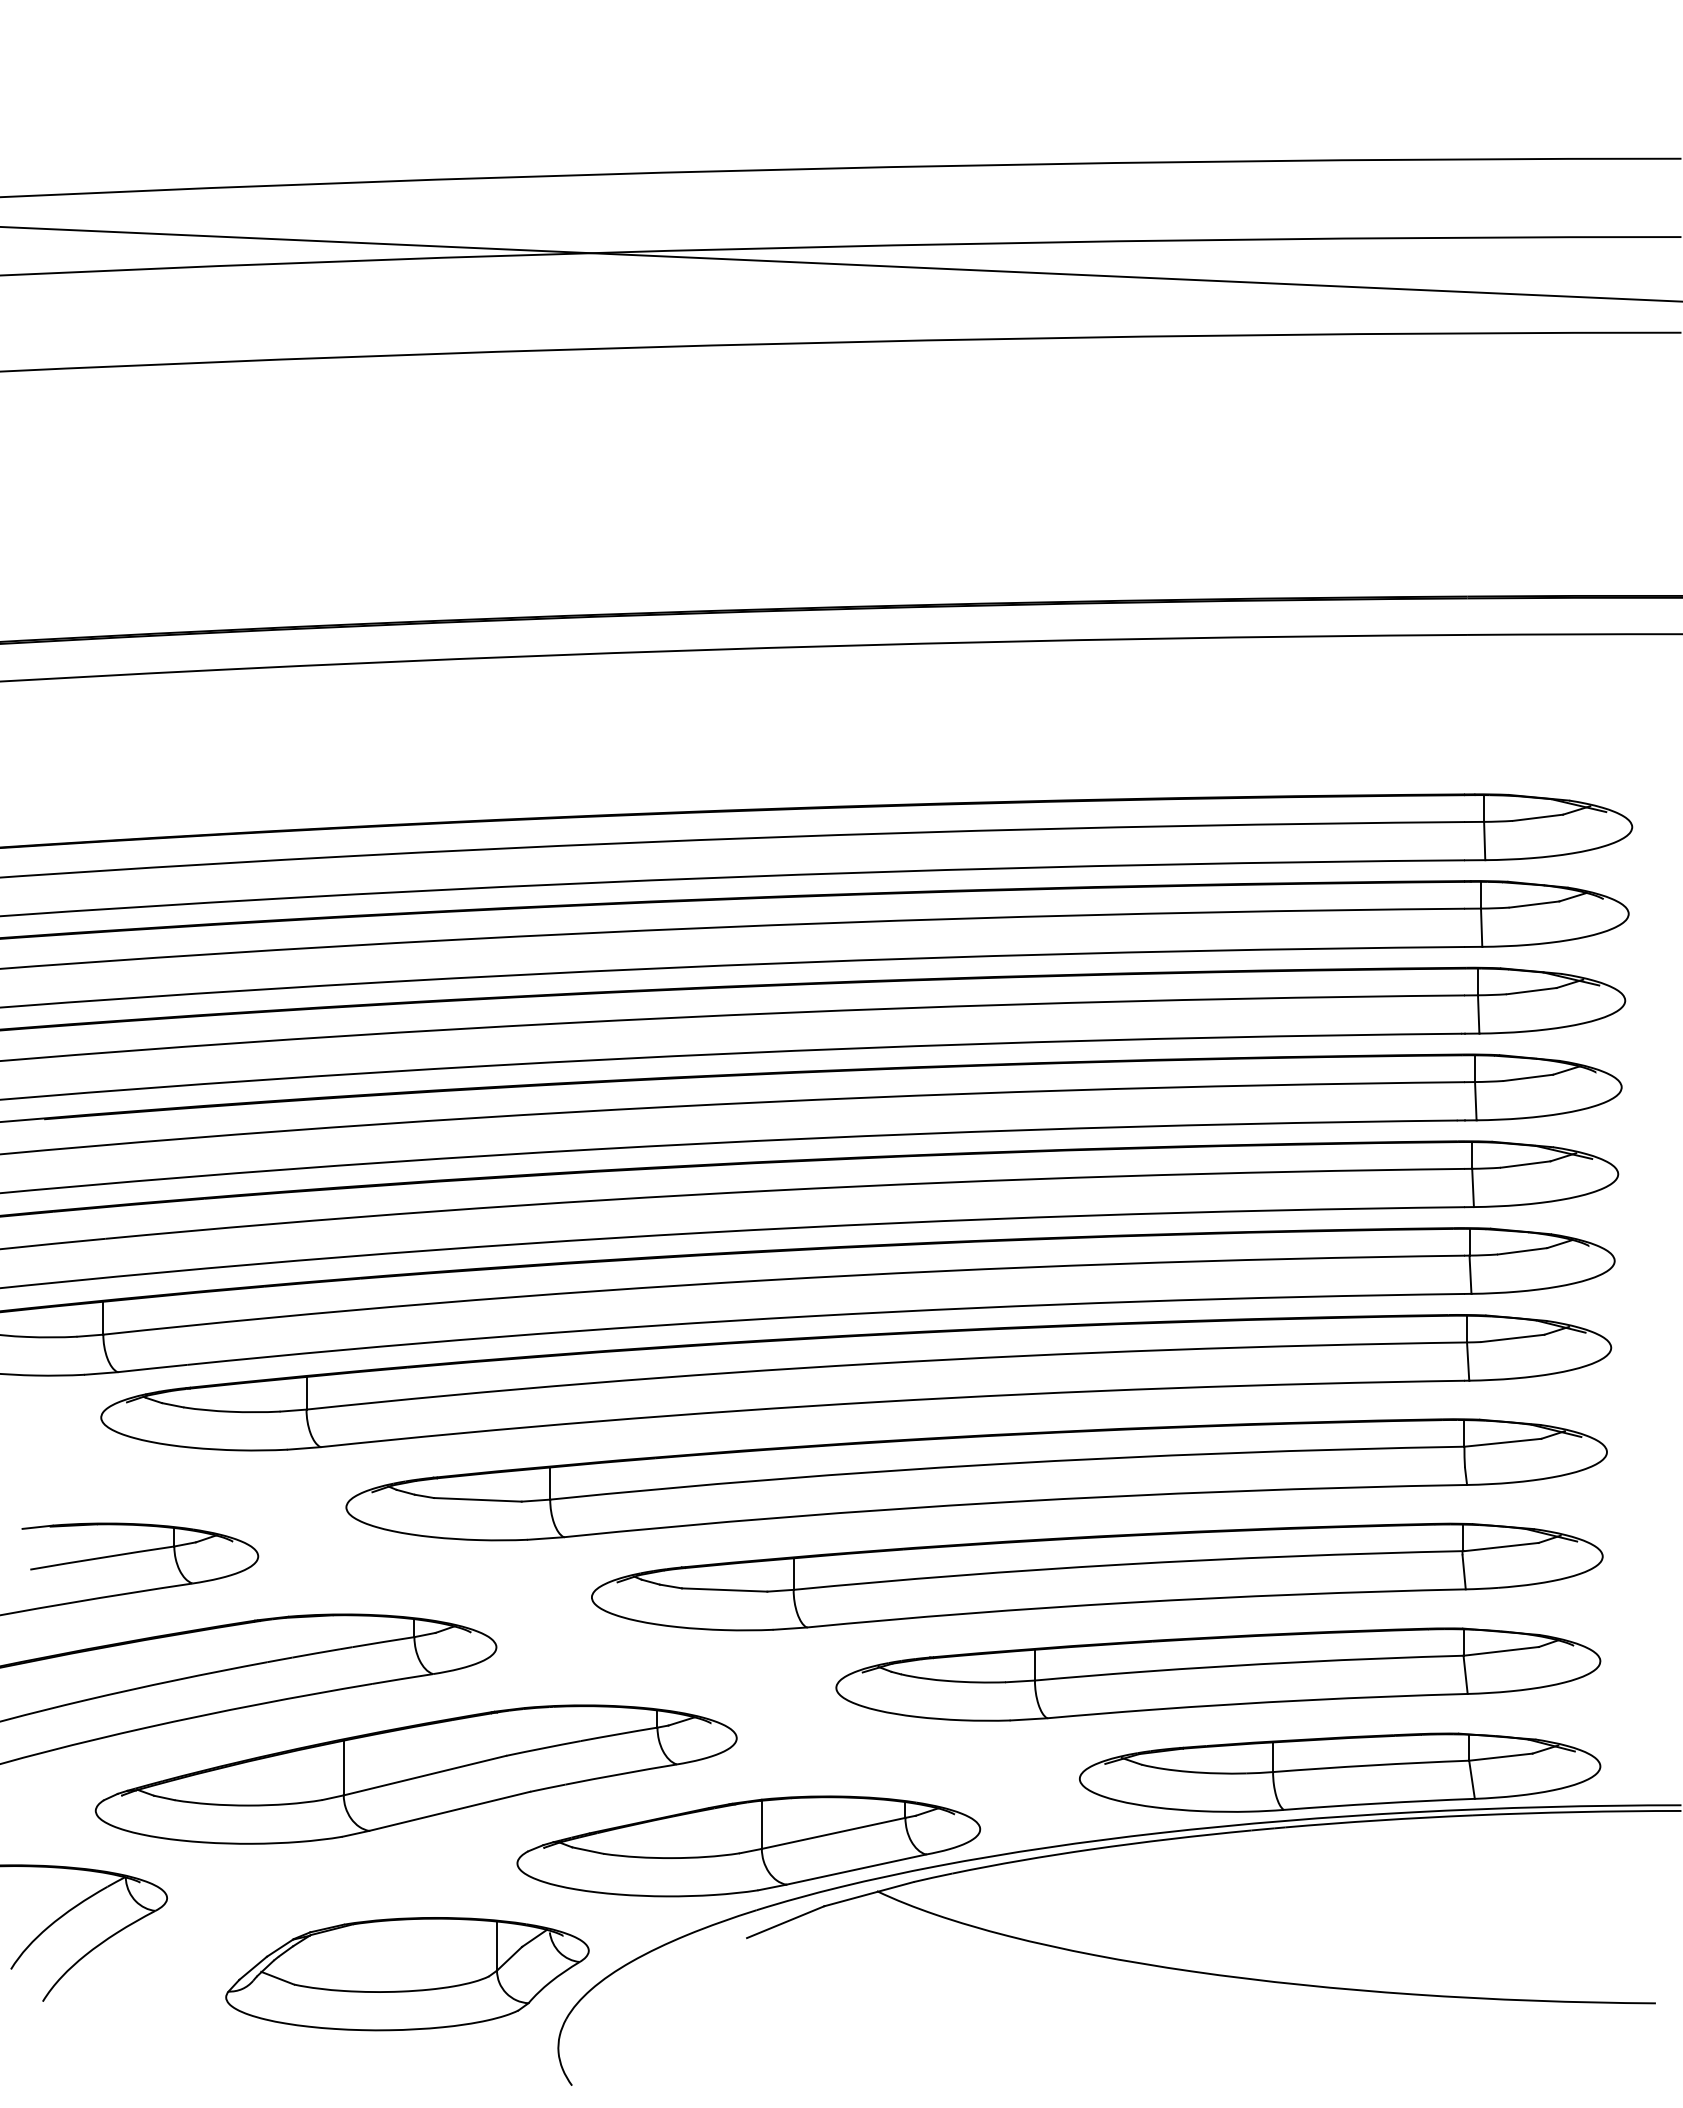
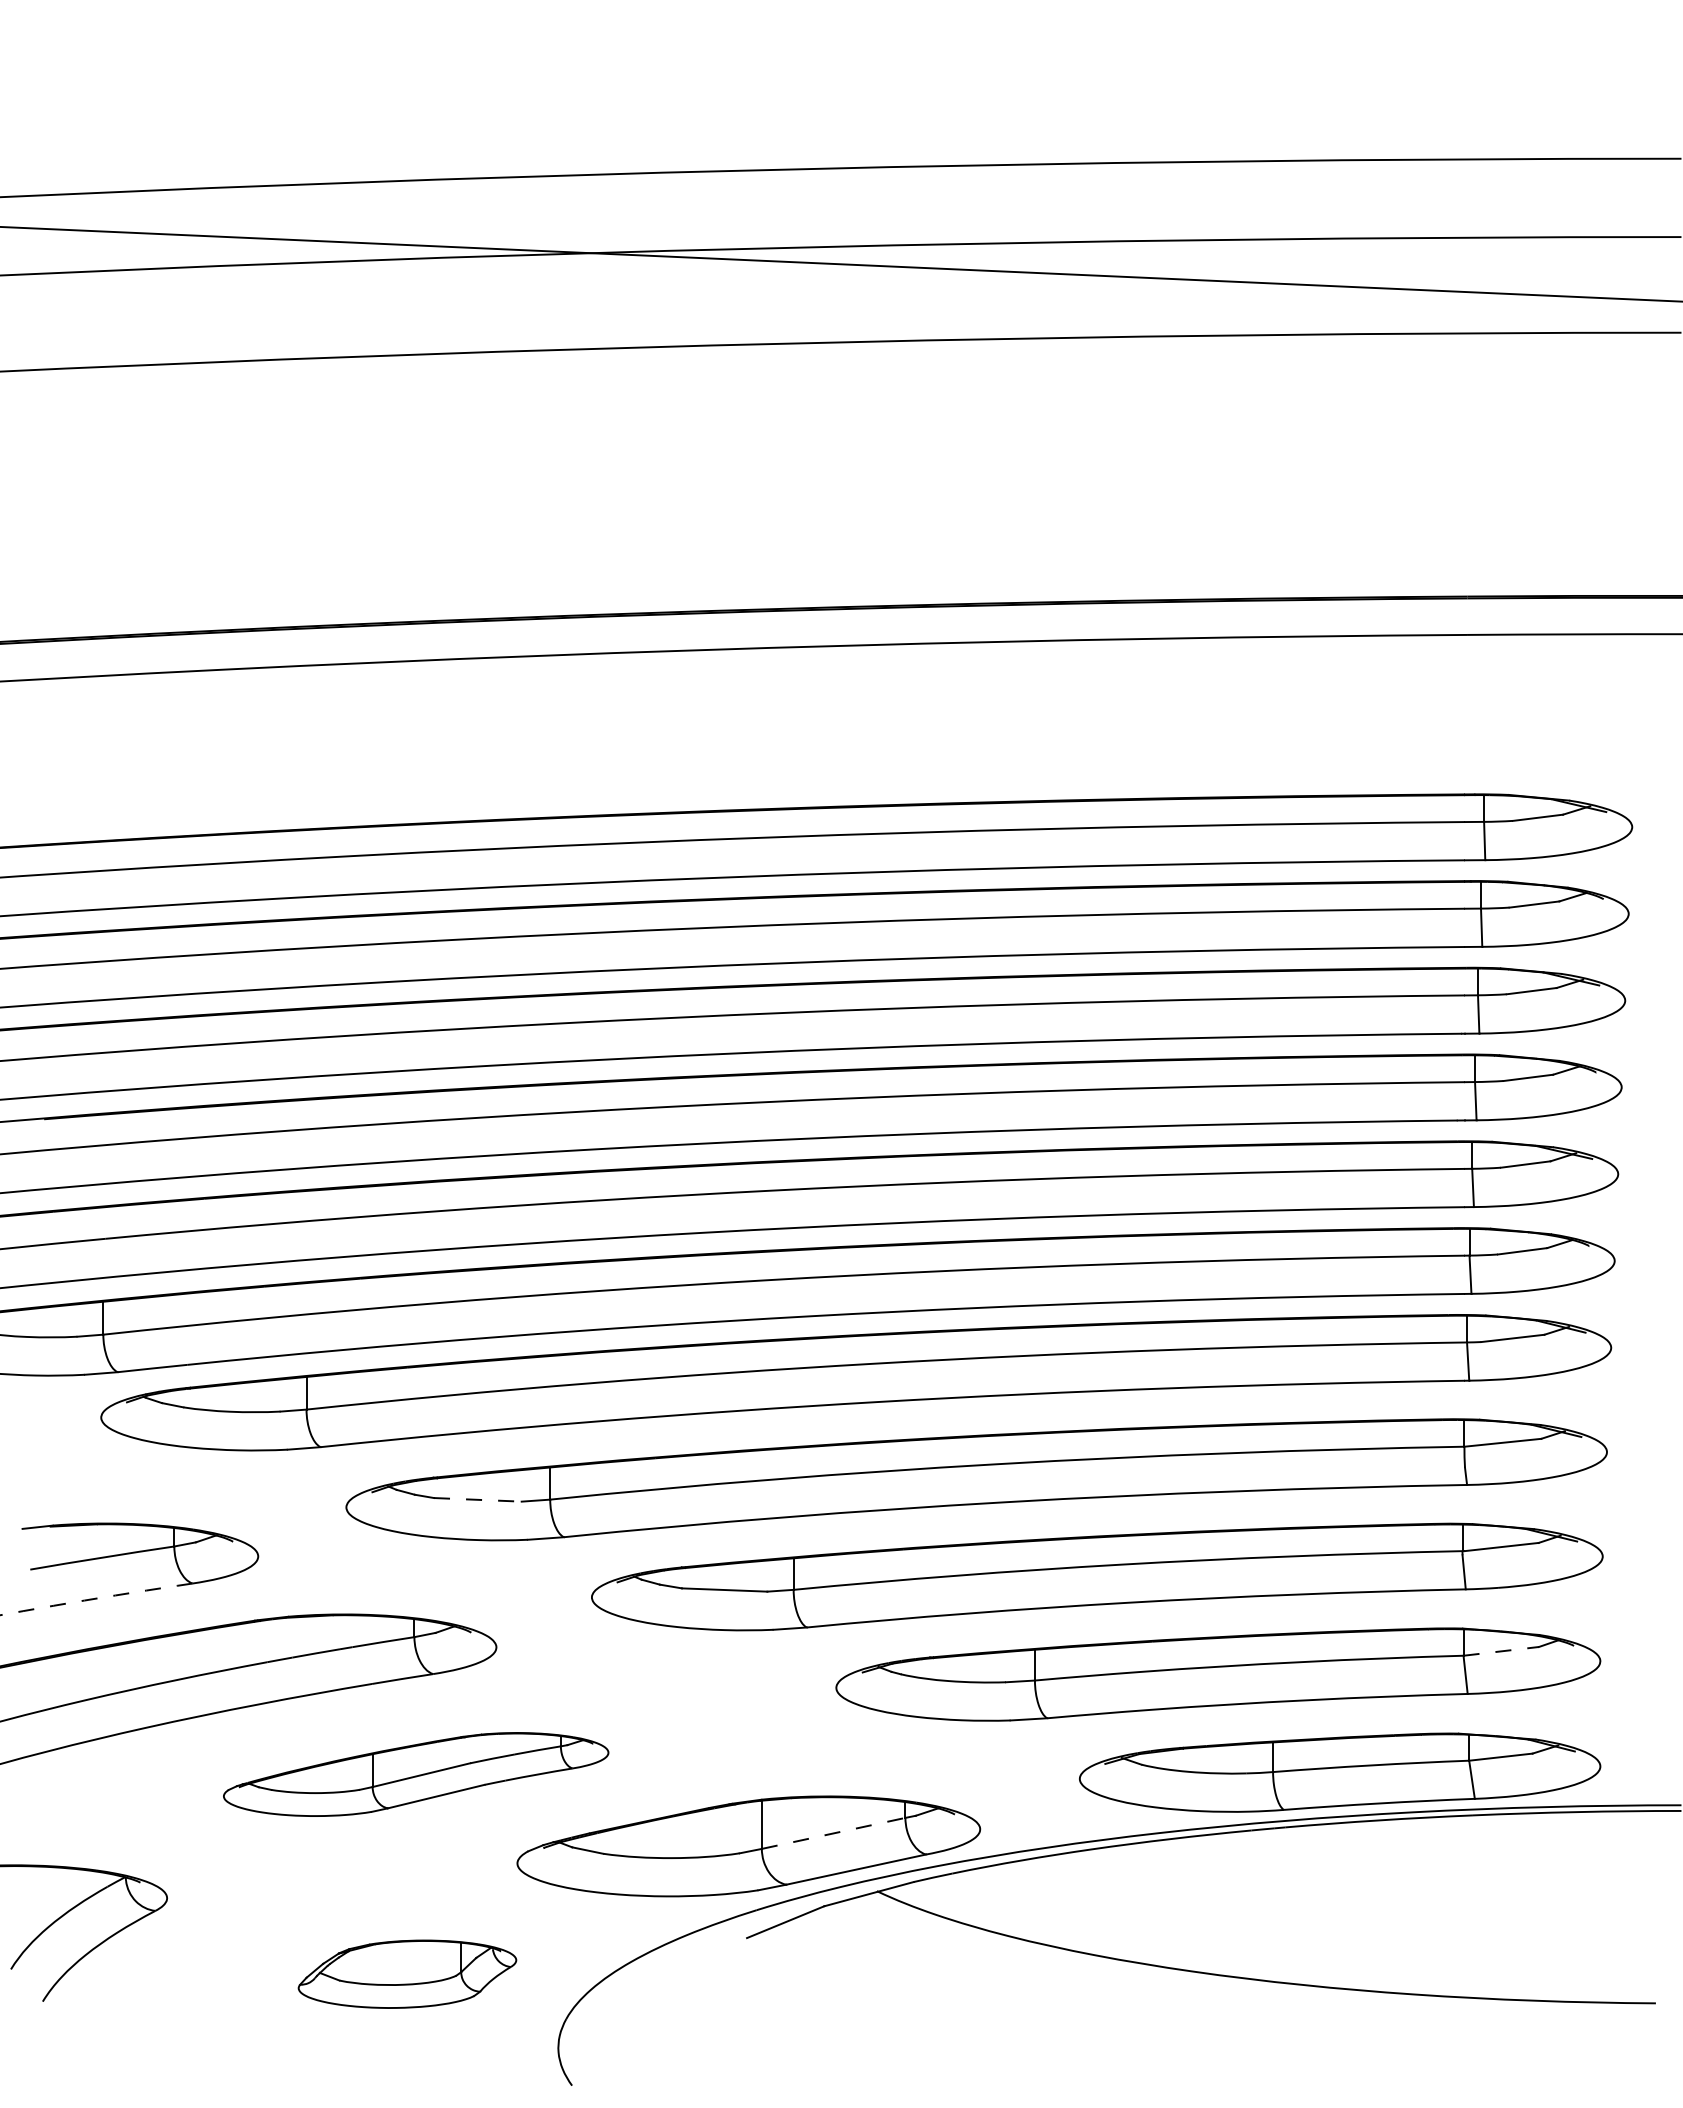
line at (477, 1499): solid -> dashed
arc at (95, 1598): solid -> dashed
line at (1501, 1651): solid -> dashed
part at (415, 1774) size: 644x141 px -> 387x85 px
line at (834, 1833): solid -> dashed
part at (407, 1974) size: 365x115 px -> 221x70 px
